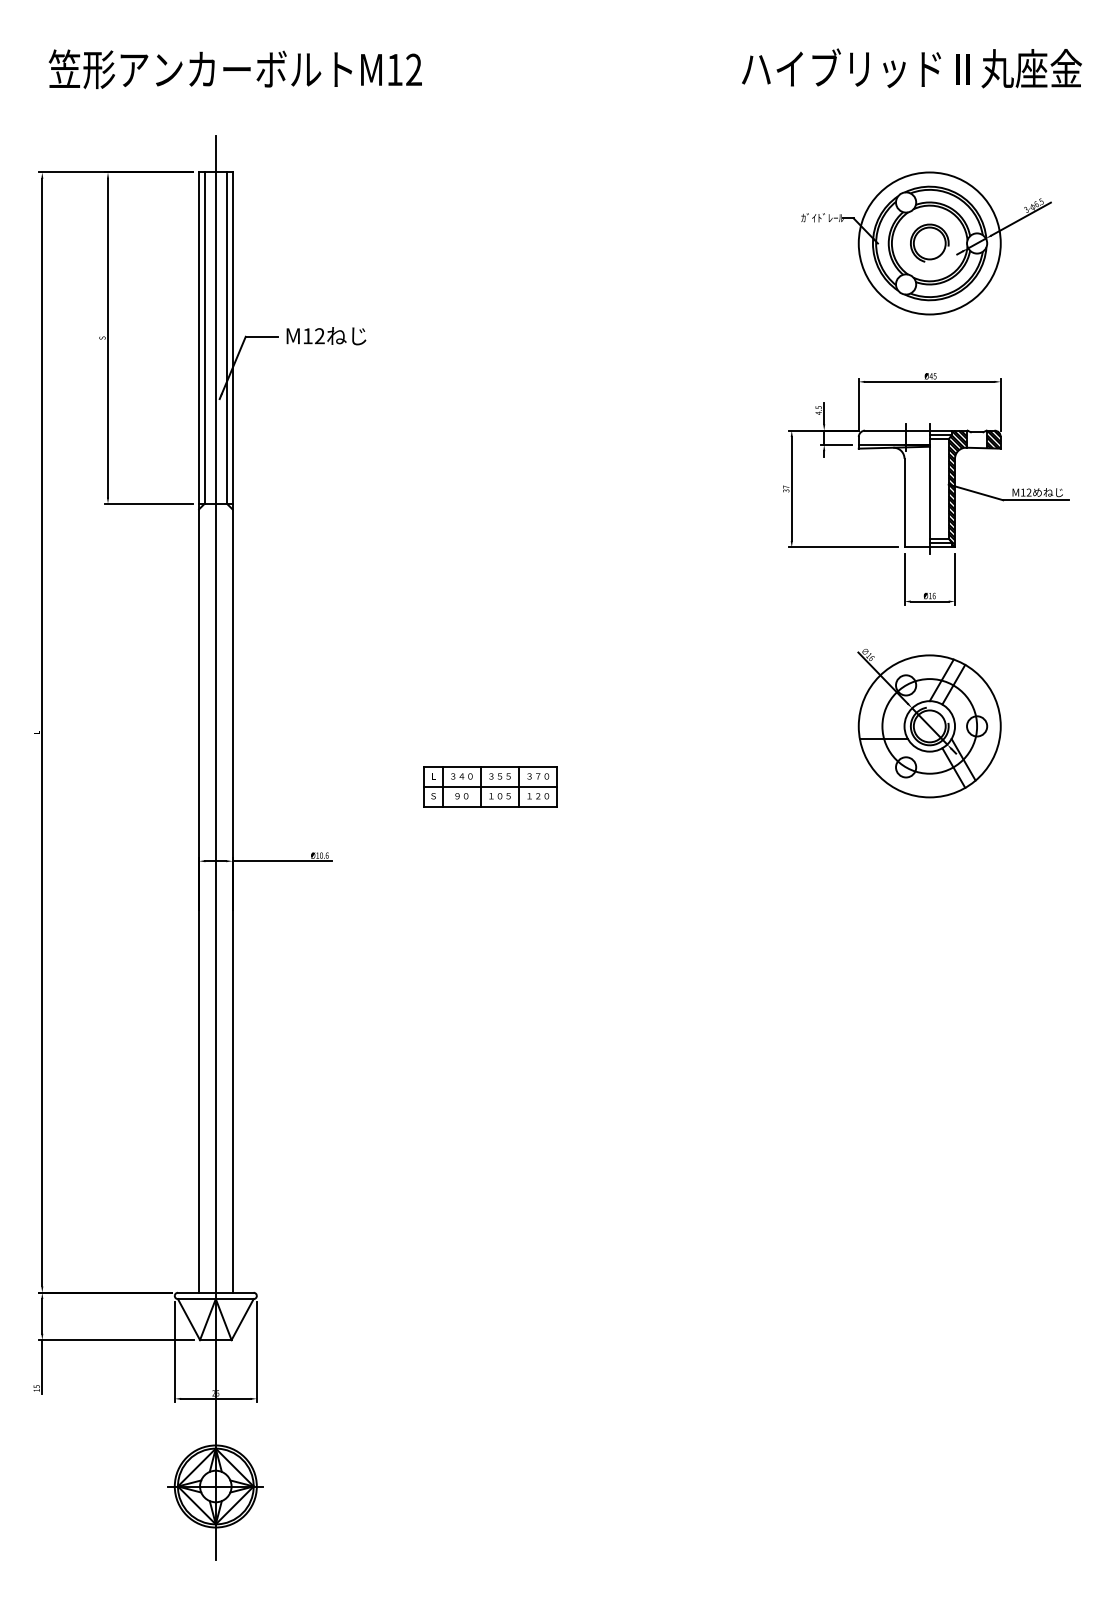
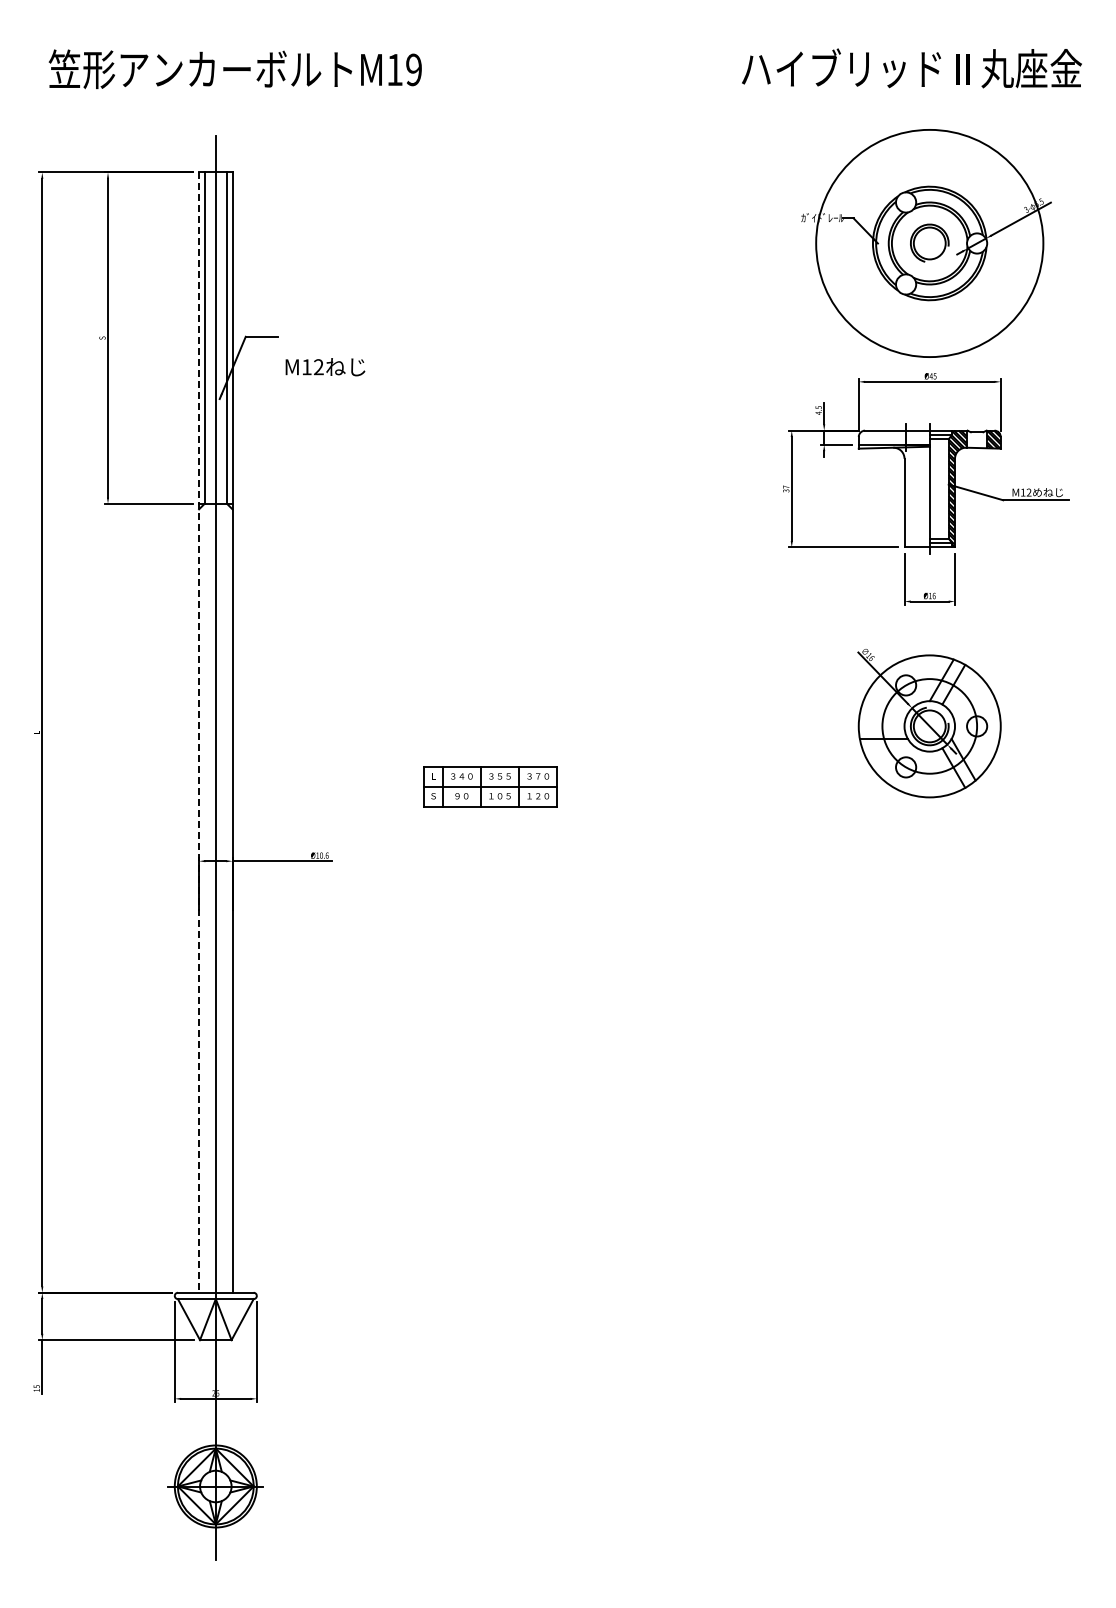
text at (413, 70): M12 -> M19
circle at (929, 243) diameter: 142 px -> 227 px
text at (326, 336) position: (326, 336) -> (325, 367)
line at (199, 733): solid -> dashed
